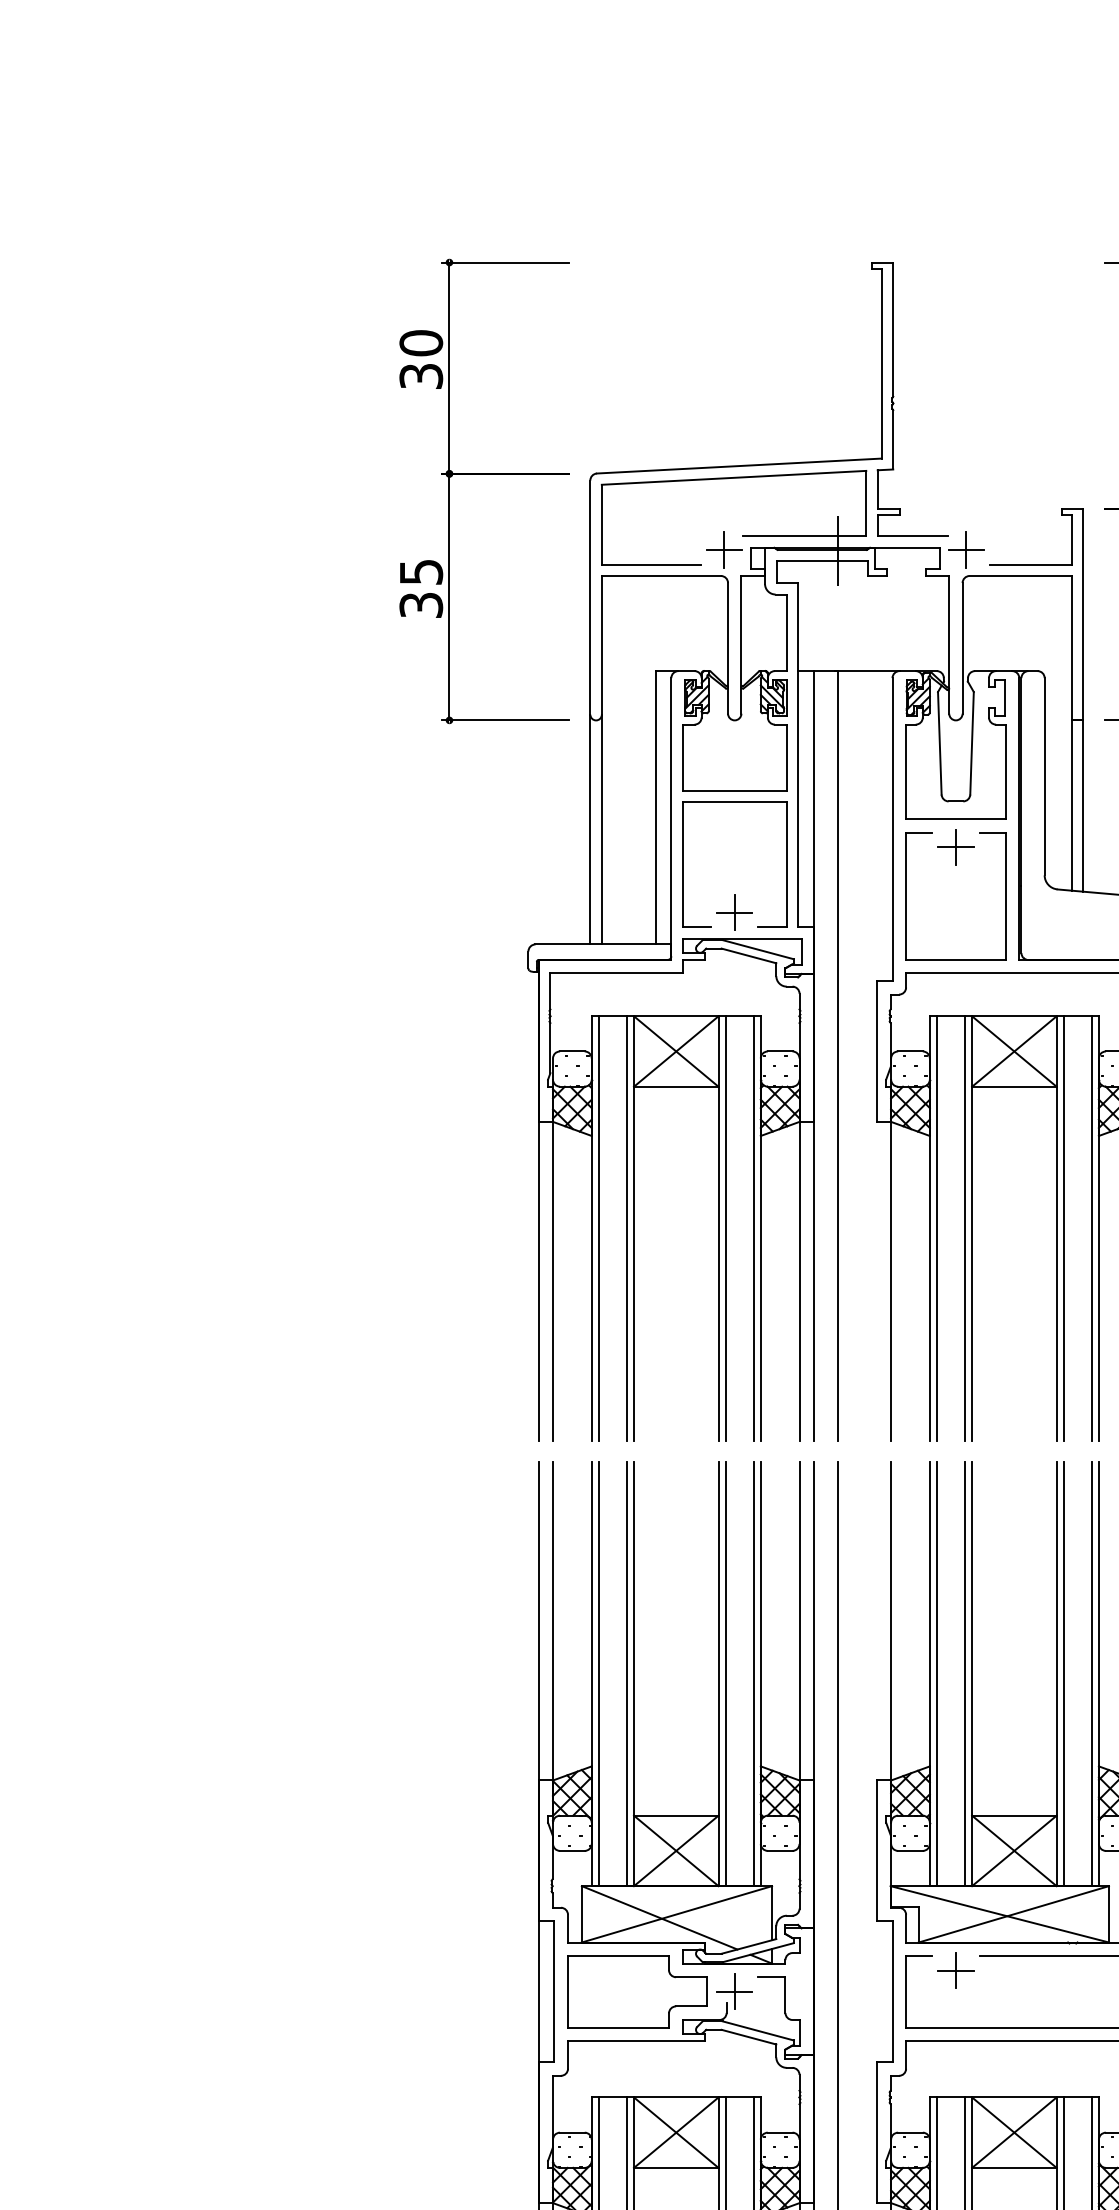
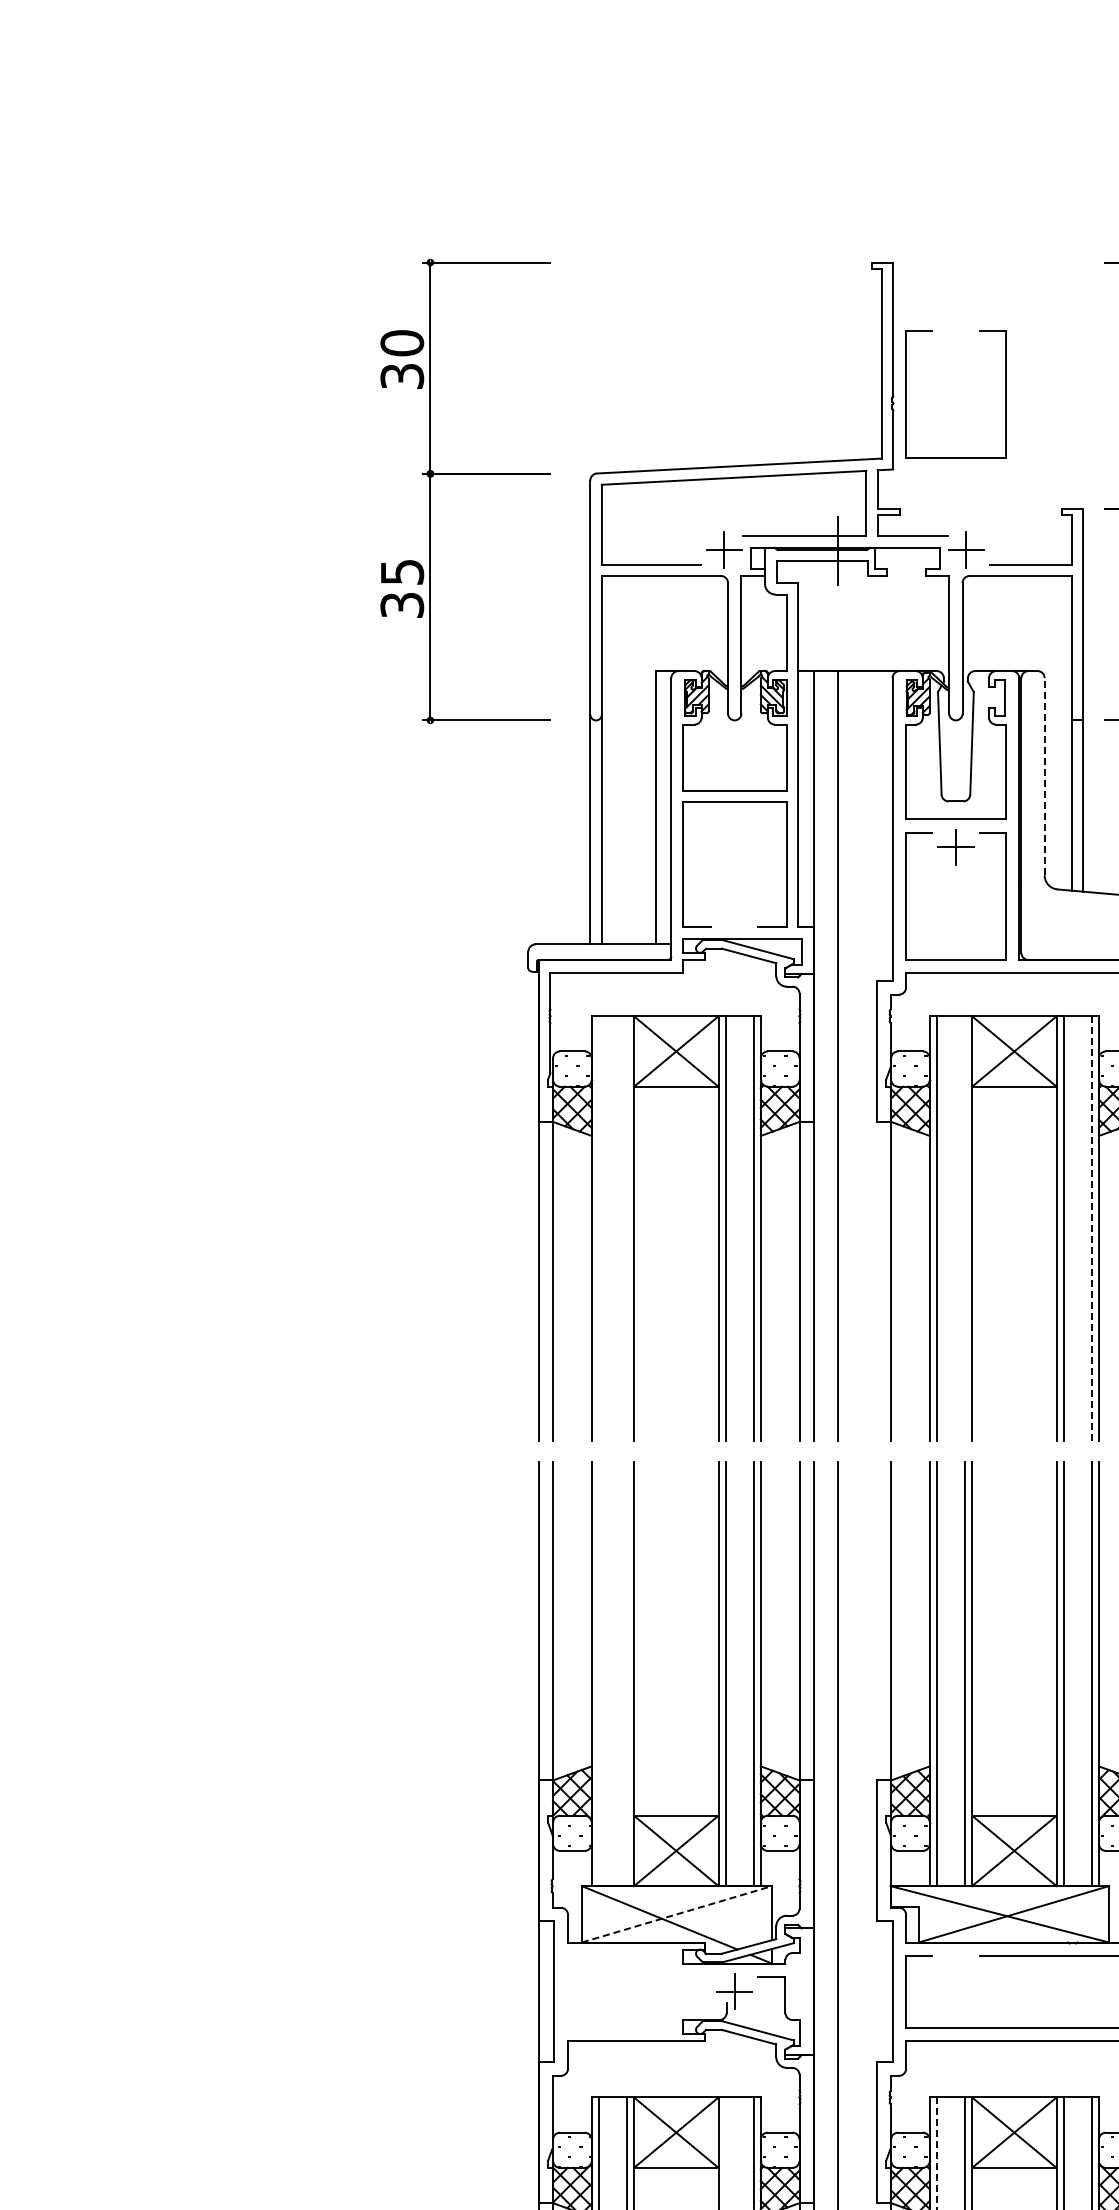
part at (906, 394): none -> present
part at (484, 474) position: (484, 474) -> (465, 474)
line at (1044, 776): solid -> dashed
part at (734, 912): present -> none
line at (598, 1228): present -> none
line at (626, 1228): present -> none
line at (965, 1228): present -> none
line at (1091, 1228): solid -> dashed
line at (598, 1673): present -> none
line at (626, 1673): present -> none
line at (677, 1914): solid -> dashed
part at (955, 1970): present -> none
part at (637, 1991): present -> none
line at (725, 2151): present -> none
line at (936, 2153): solid -> dashed
